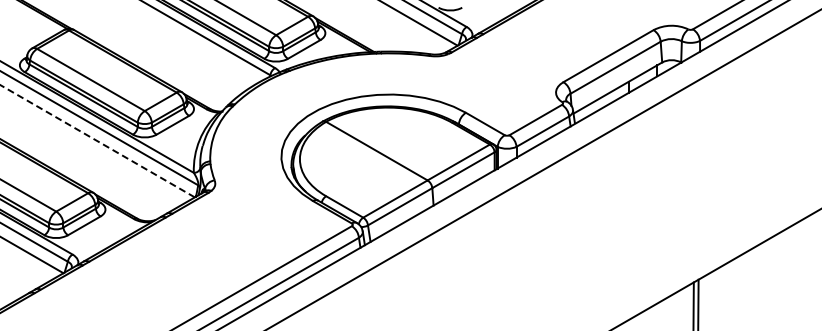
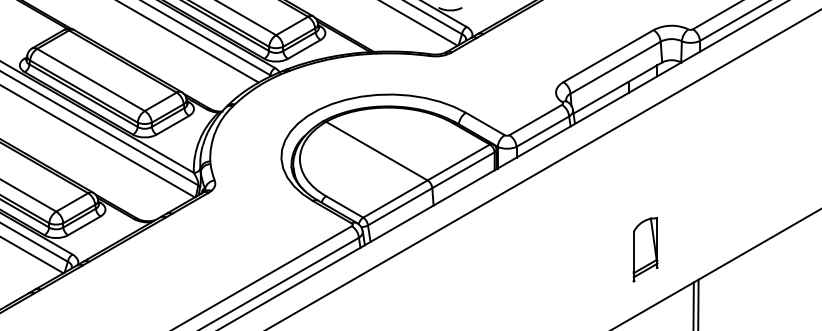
line at (188, 42): none -> present
line at (97, 140): dashed -> solid
part at (645, 249): none -> present
